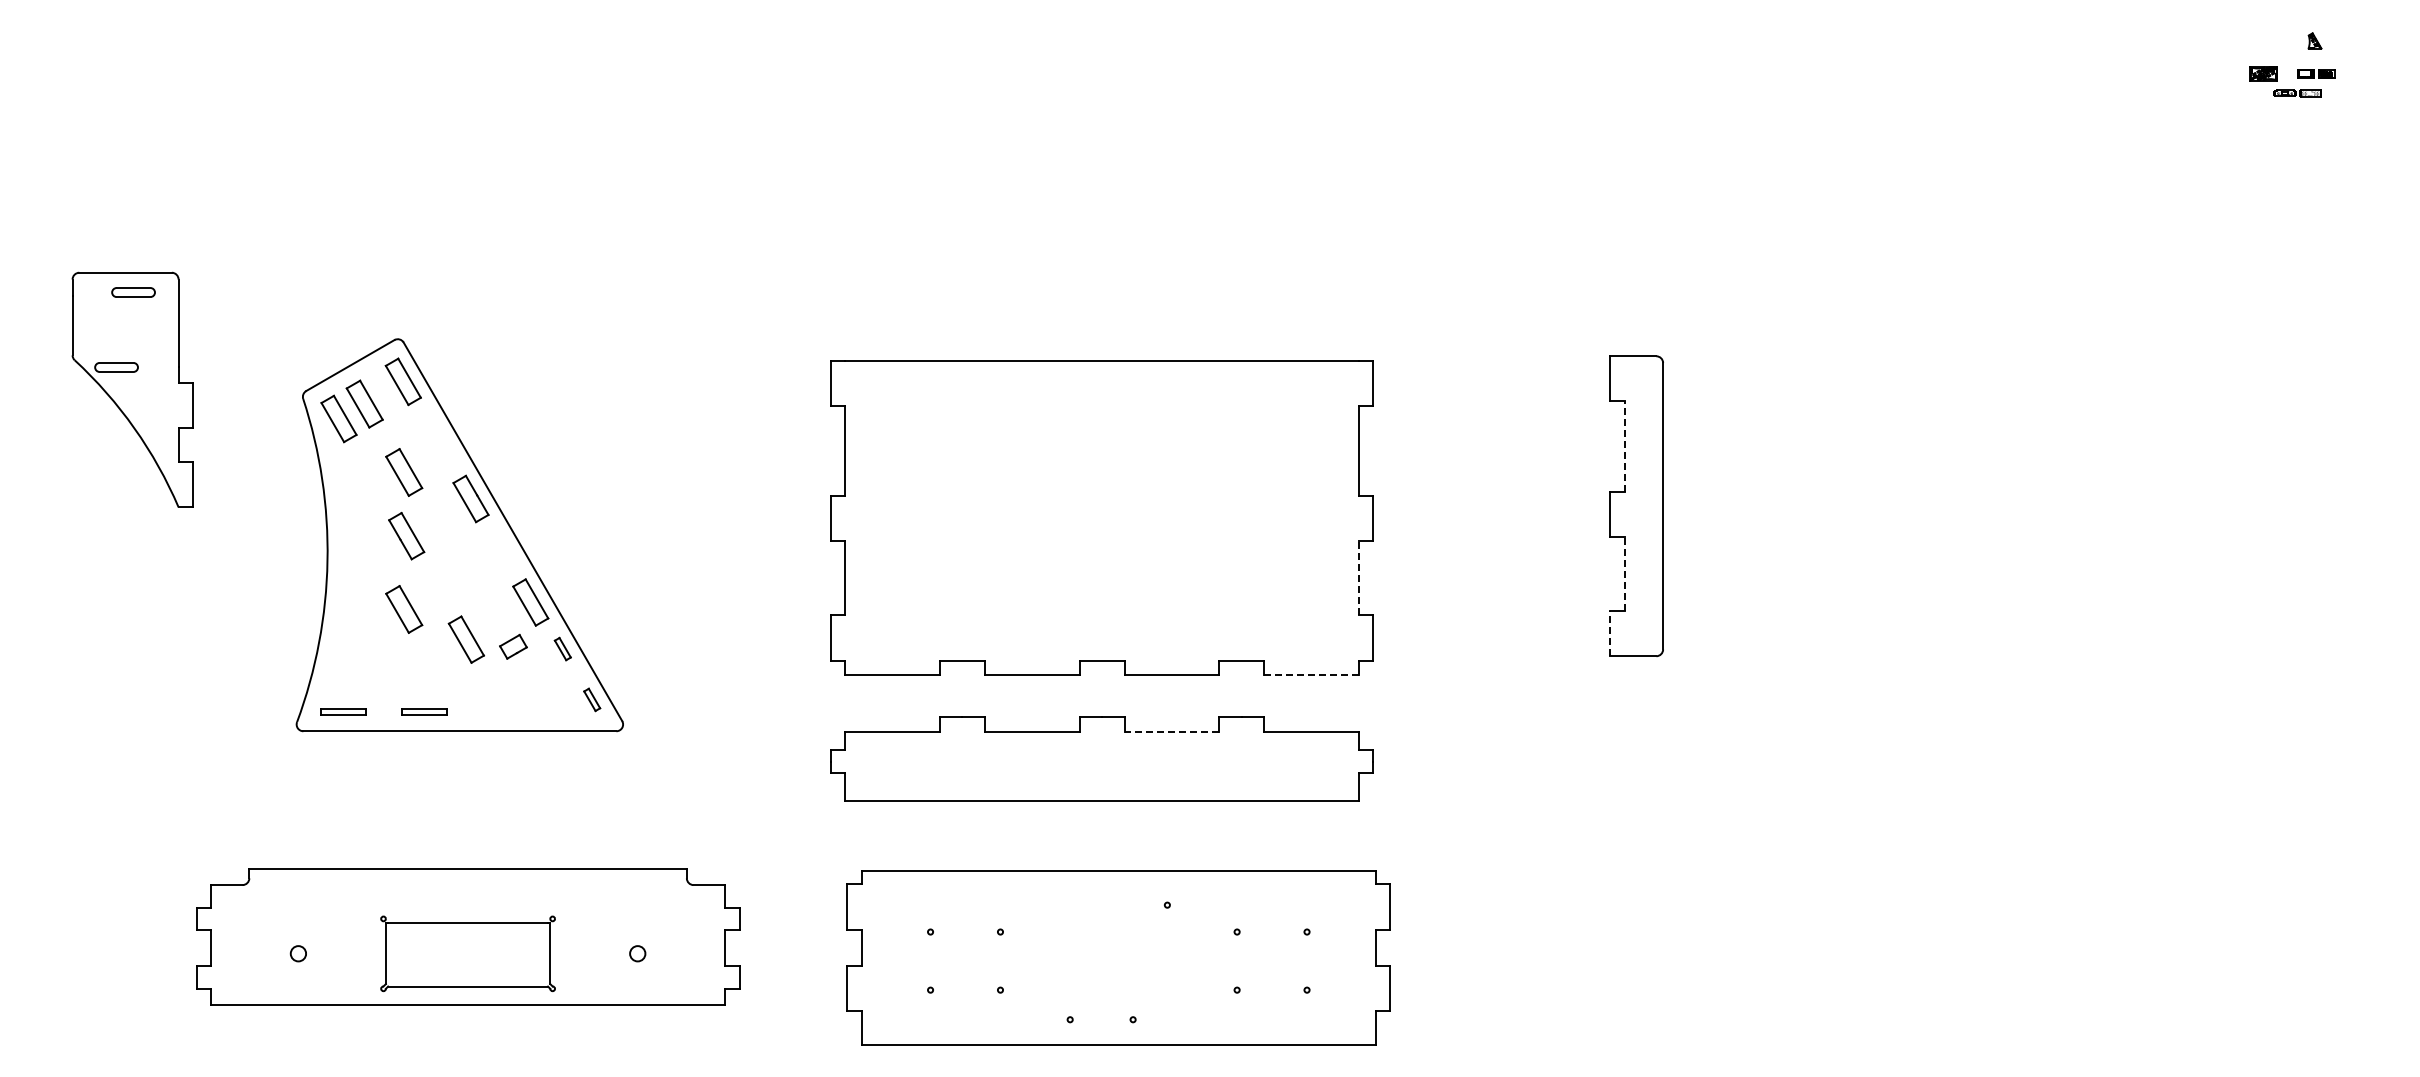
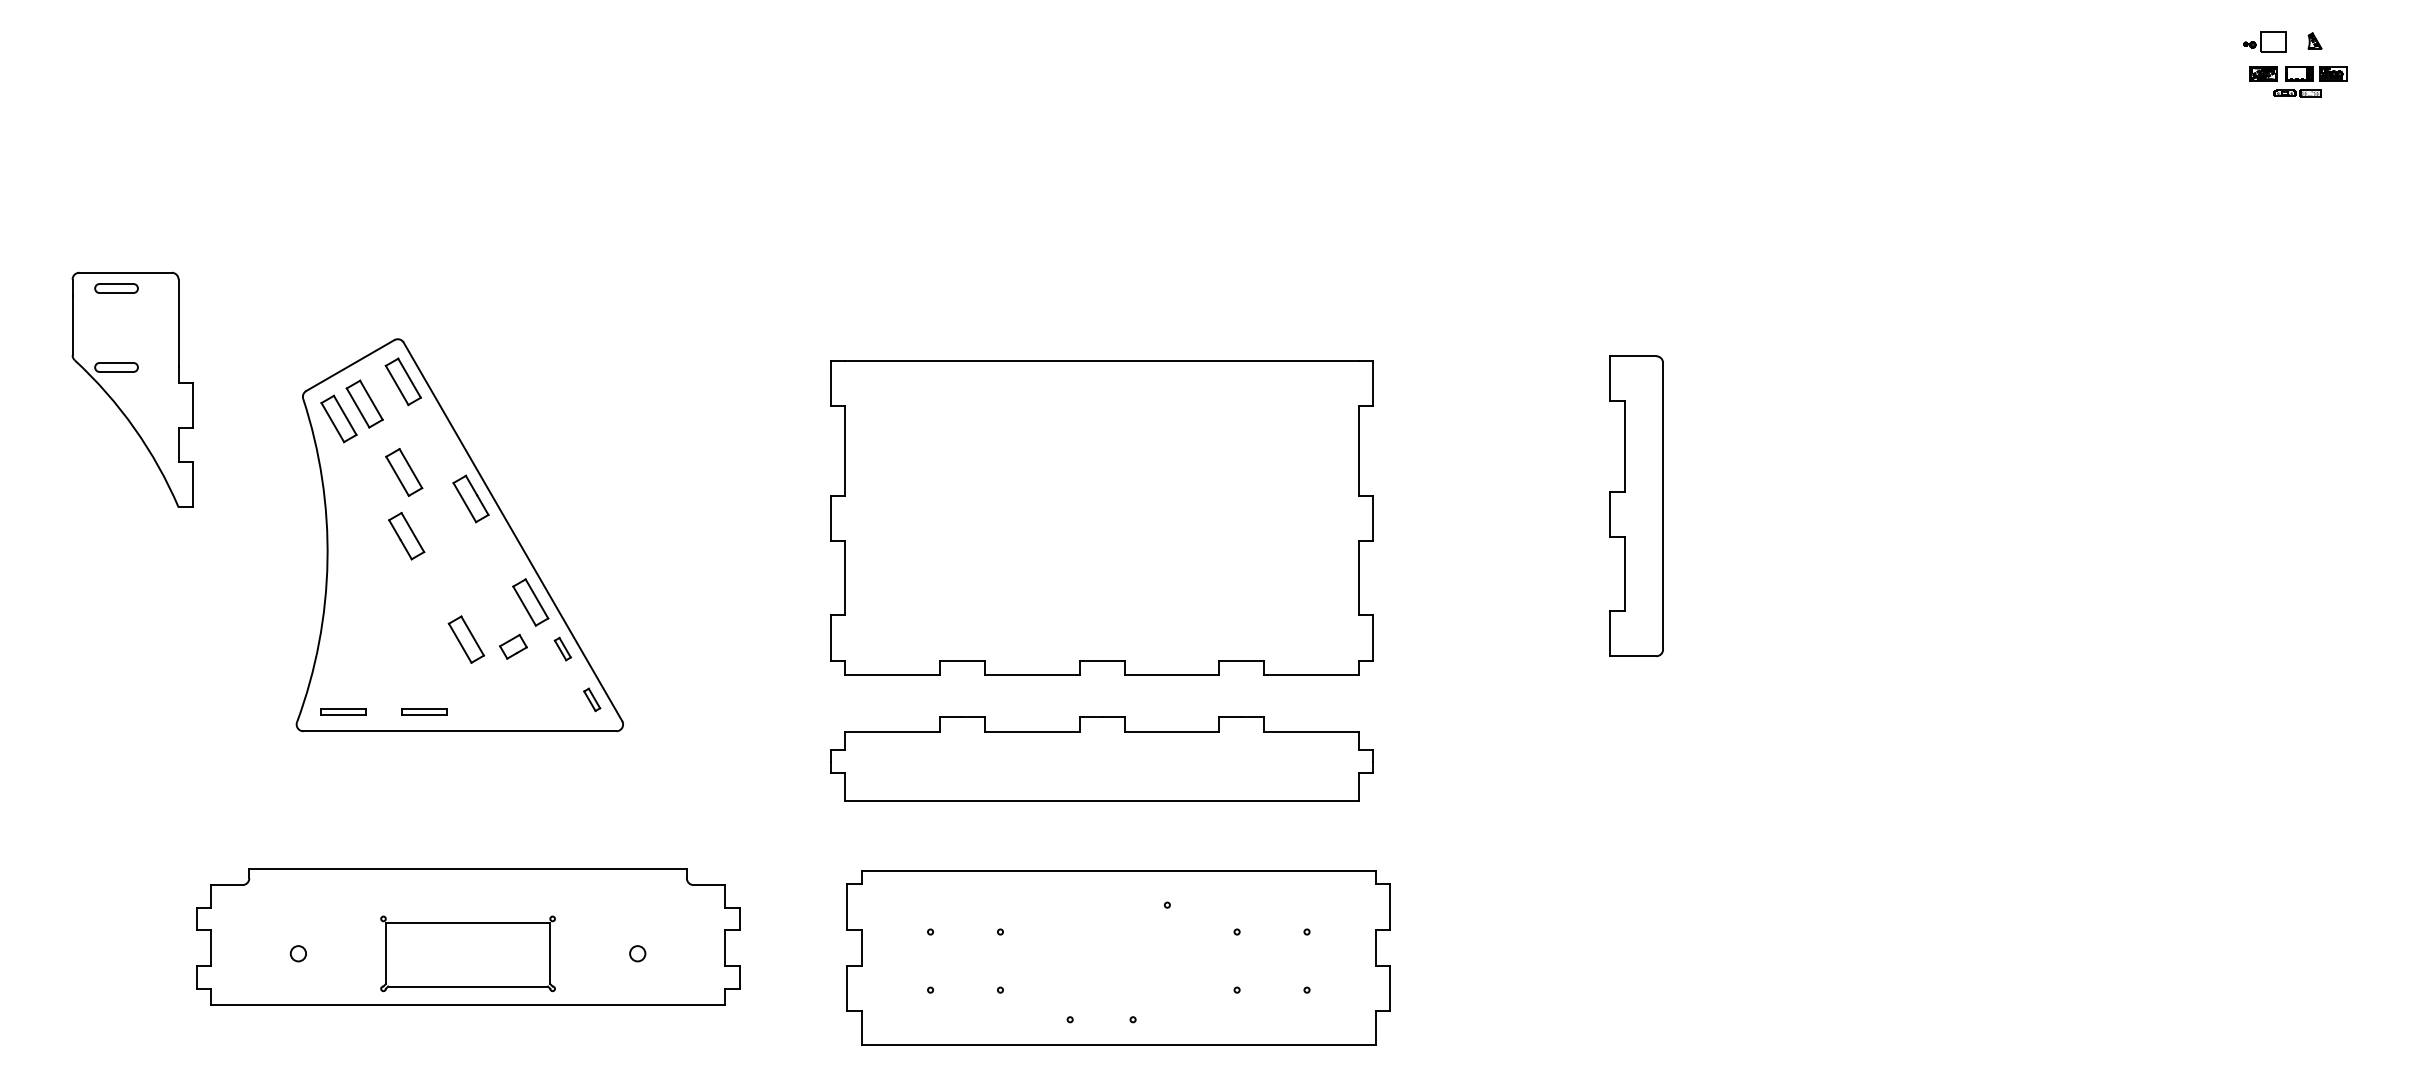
part at (2264, 41): none -> present
part at (2316, 73) size: 39x10 px -> 63x16 px
part at (133, 292) position: (133, 292) -> (116, 288)
line at (1624, 446): dashed -> solid
line at (1624, 573): dashed -> solid
line at (1359, 577): dashed -> solid
part at (404, 609): present -> none
line at (1610, 633): dashed -> solid
line at (1312, 674): dashed -> solid
line at (1171, 731): dashed -> solid
